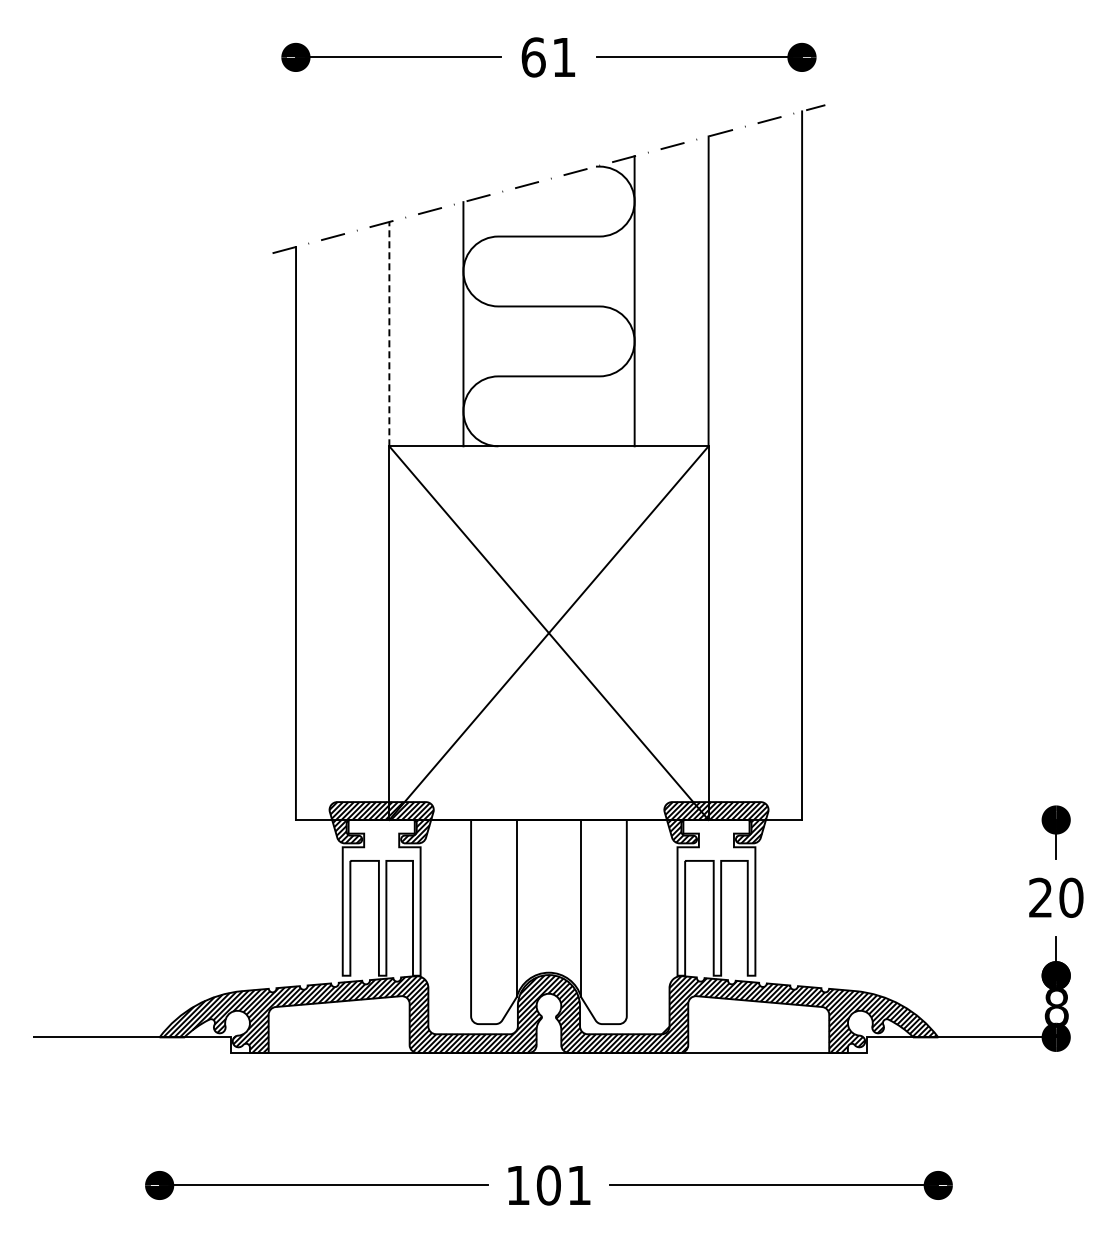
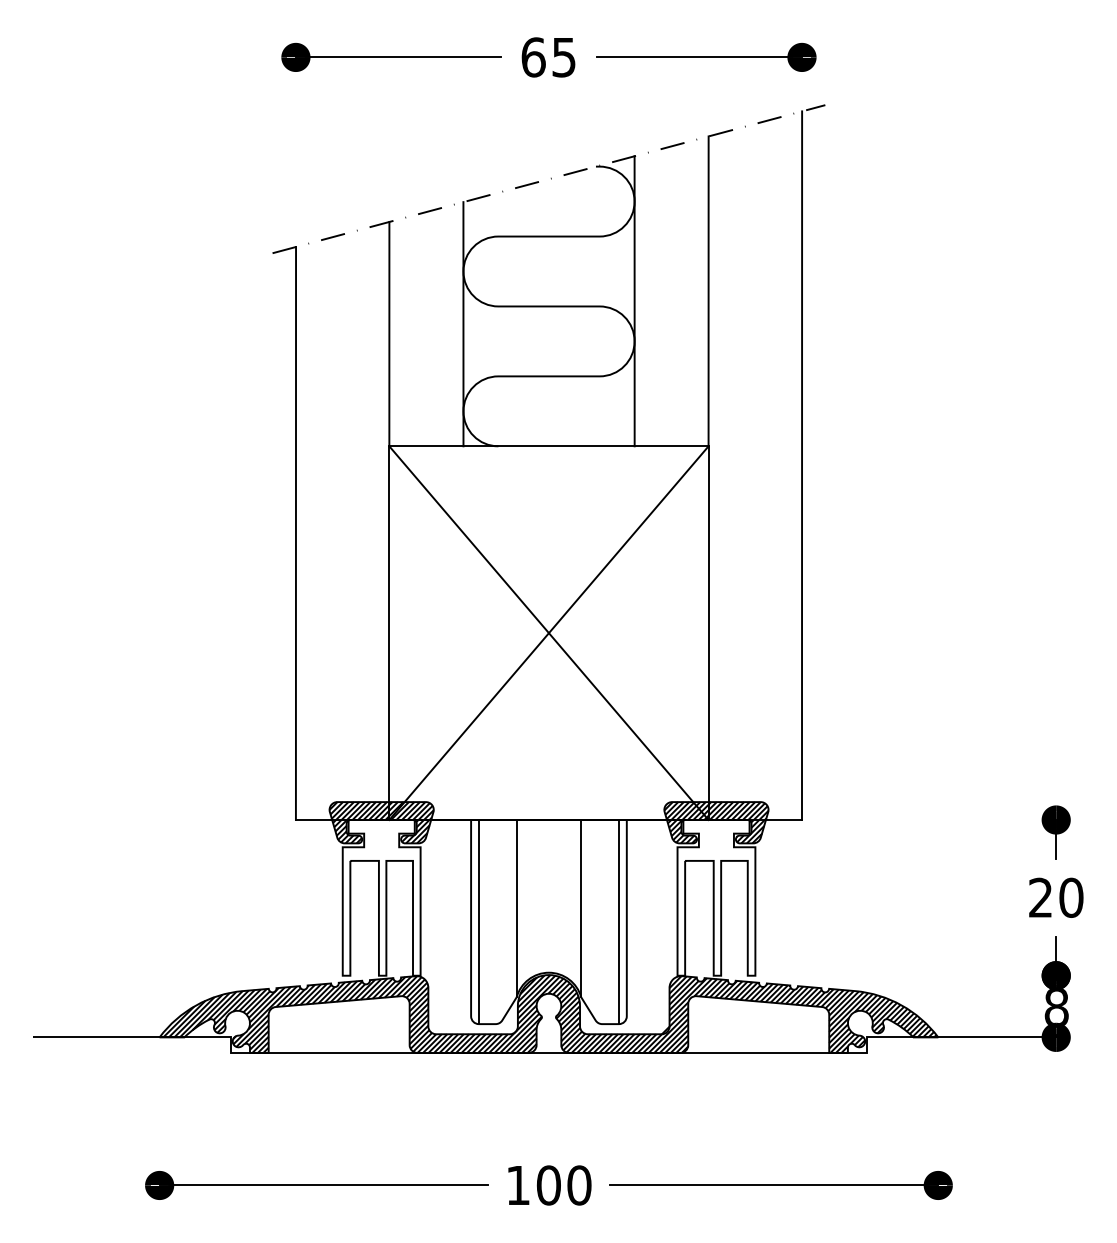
text at (563, 57): 61 -> 65
line at (389, 333): dashed -> solid
line at (478, 922): none -> present
line at (619, 922): none -> present
text at (579, 1185): 101 -> 100
